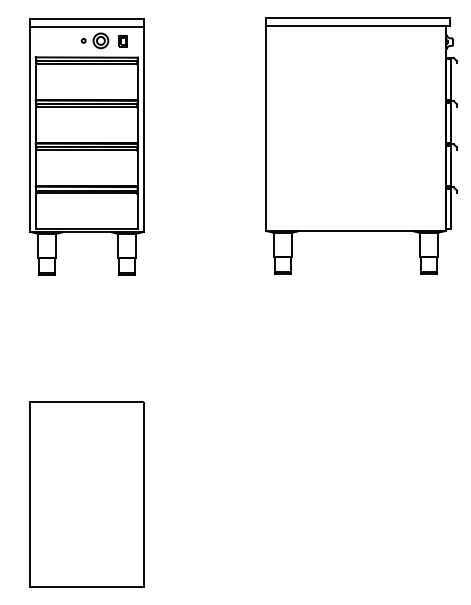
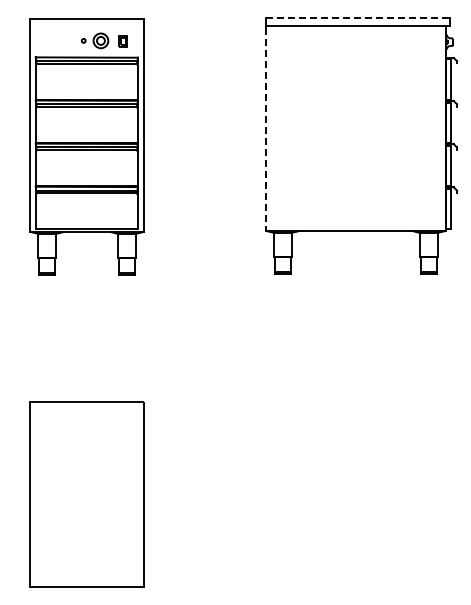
line at (358, 18): solid -> dashed
line at (86, 27): present -> none
line at (265, 130): solid -> dashed
